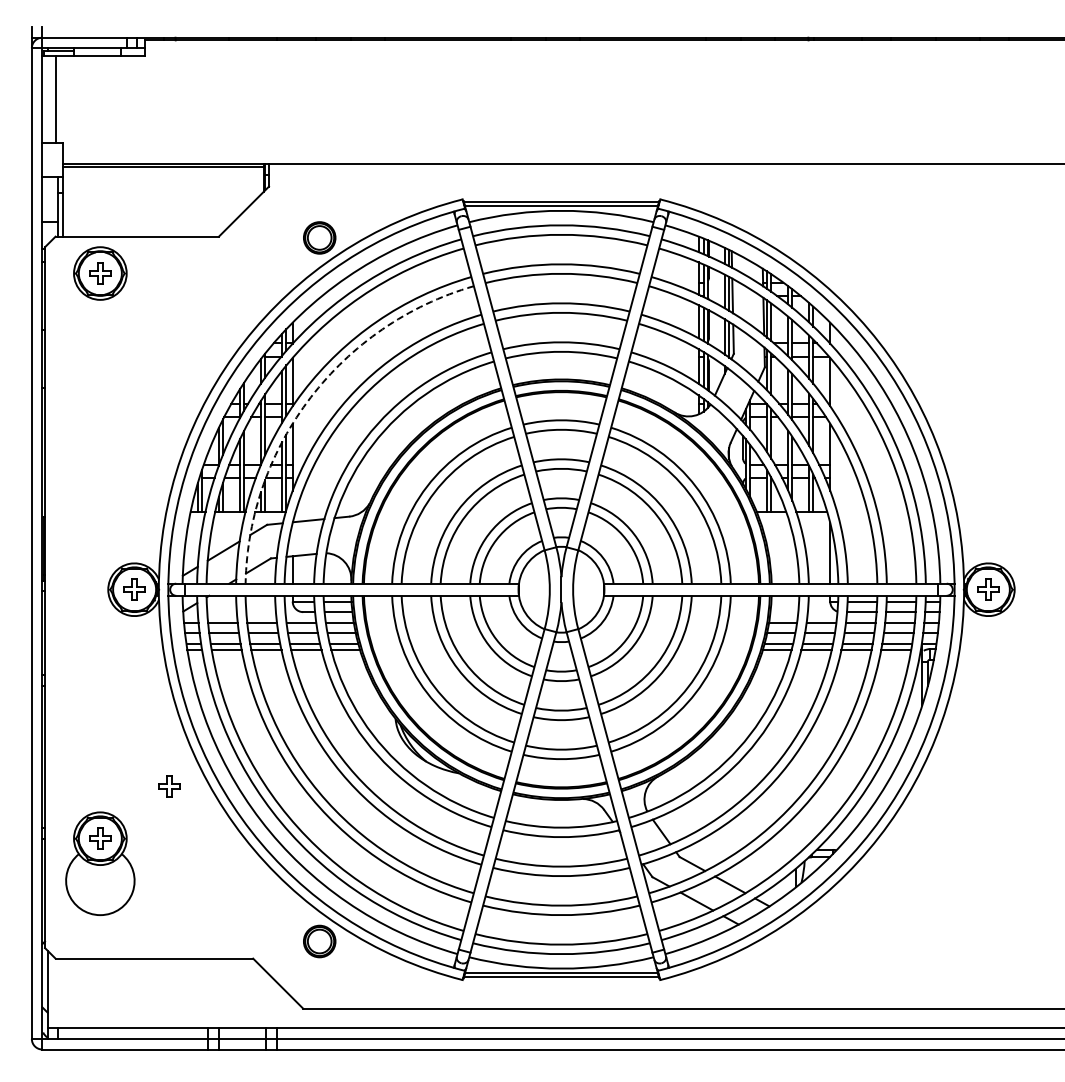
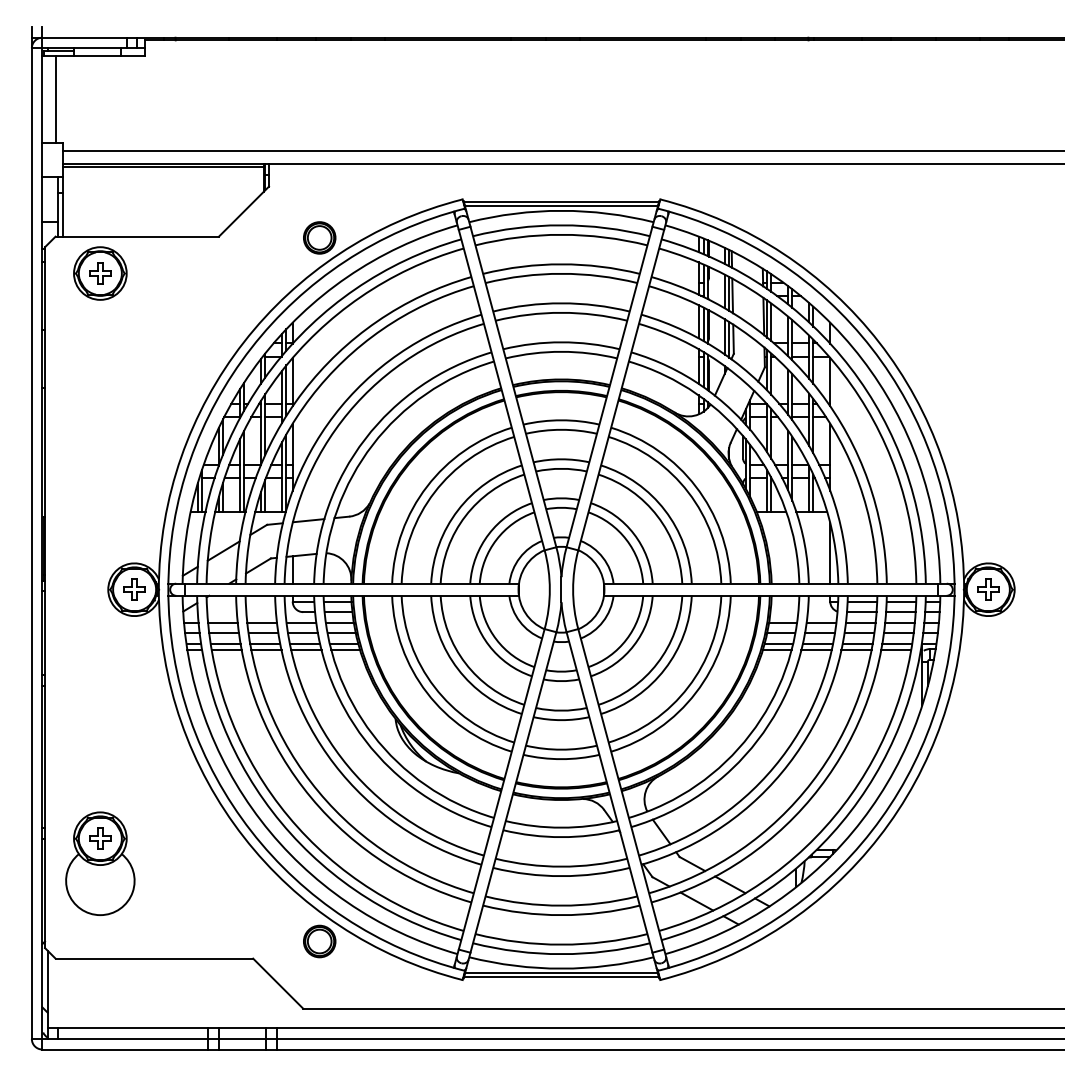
line at (562, 151): none -> present
arc at (310, 397): dashed -> solid
part at (169, 786): present -> none
